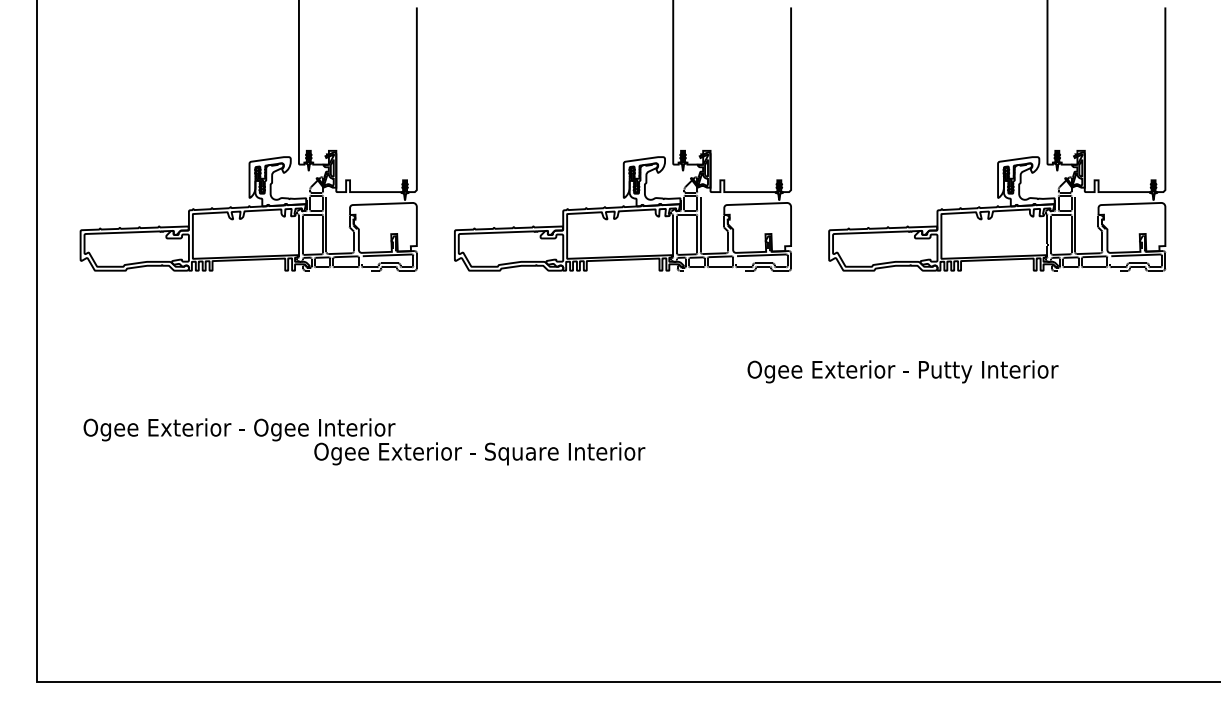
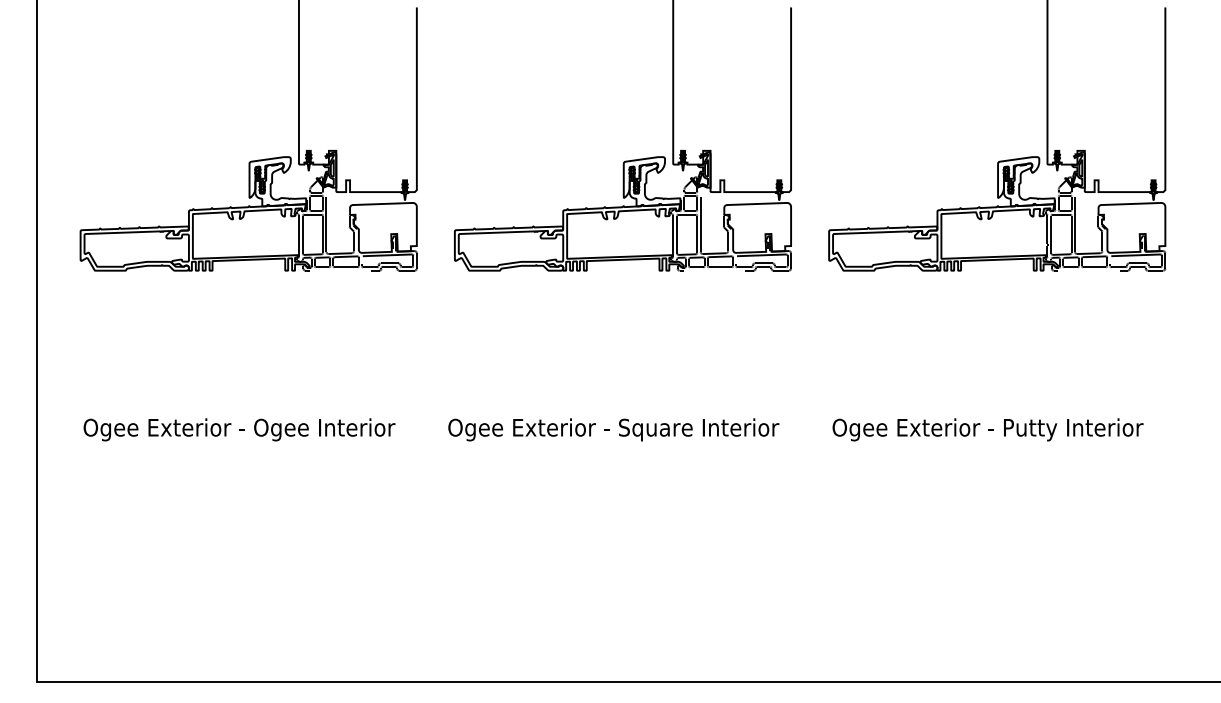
text at (902, 371) position: (902, 371) -> (987, 429)
text at (479, 453) position: (479, 453) -> (613, 429)
